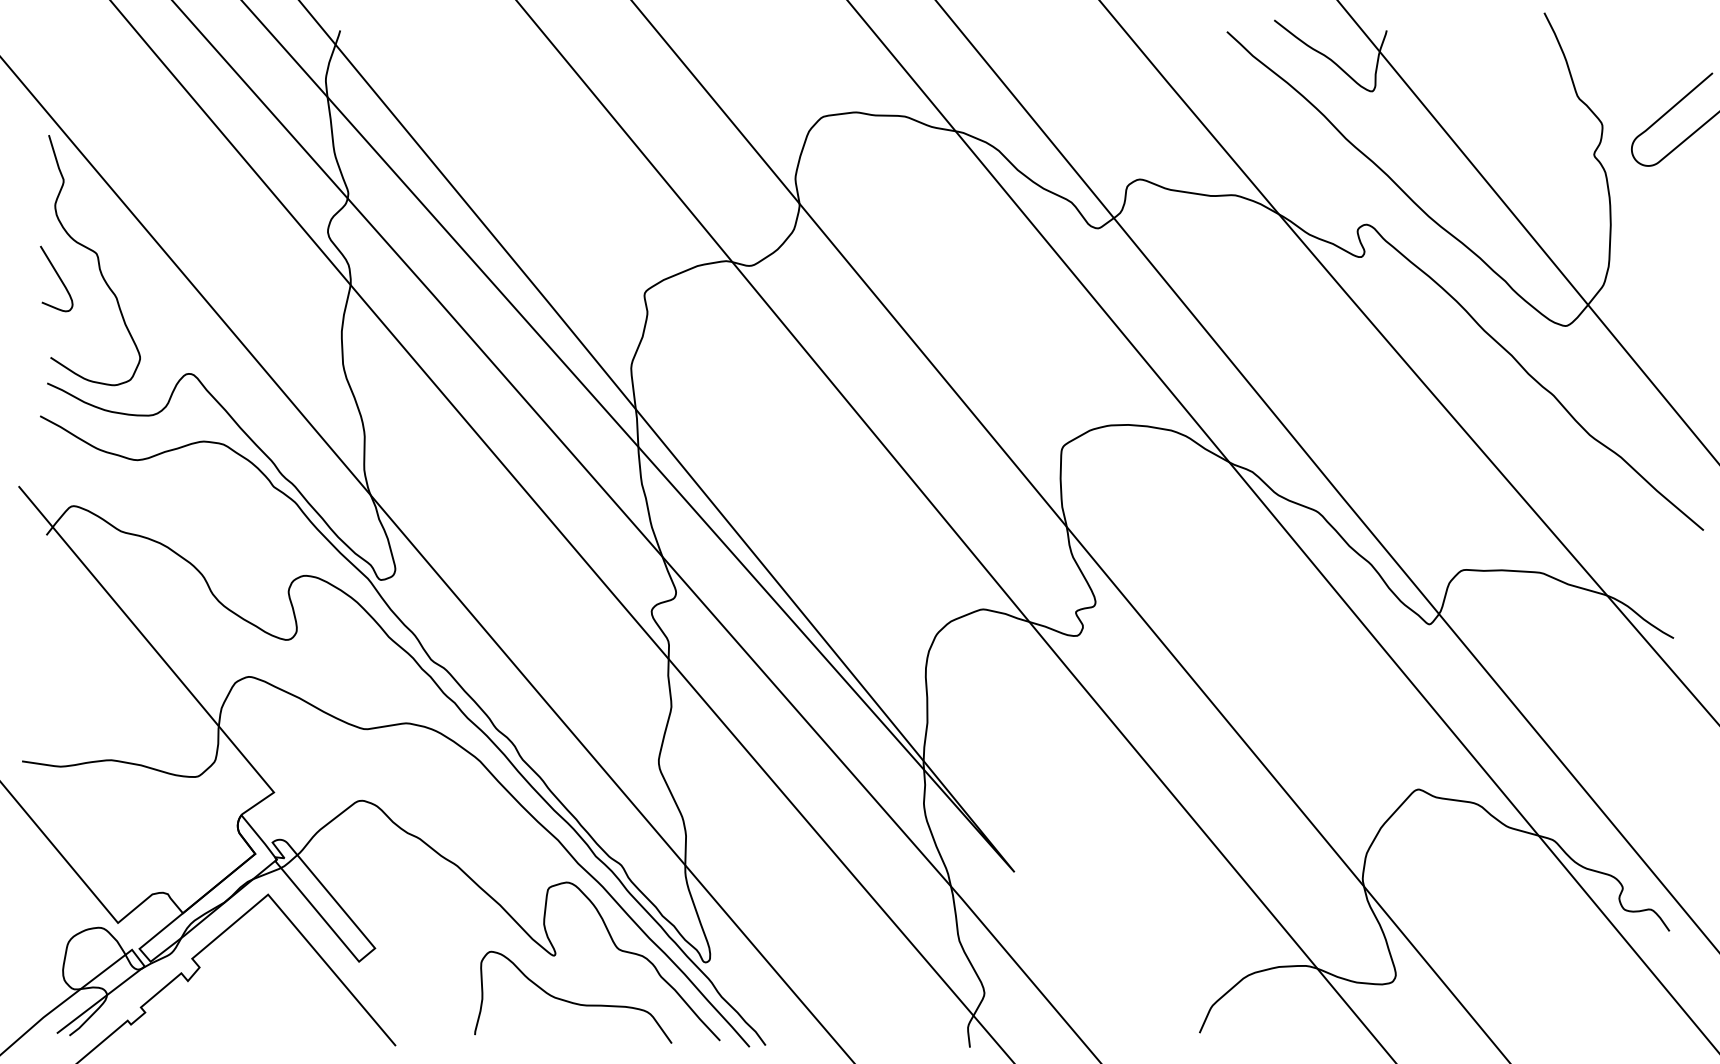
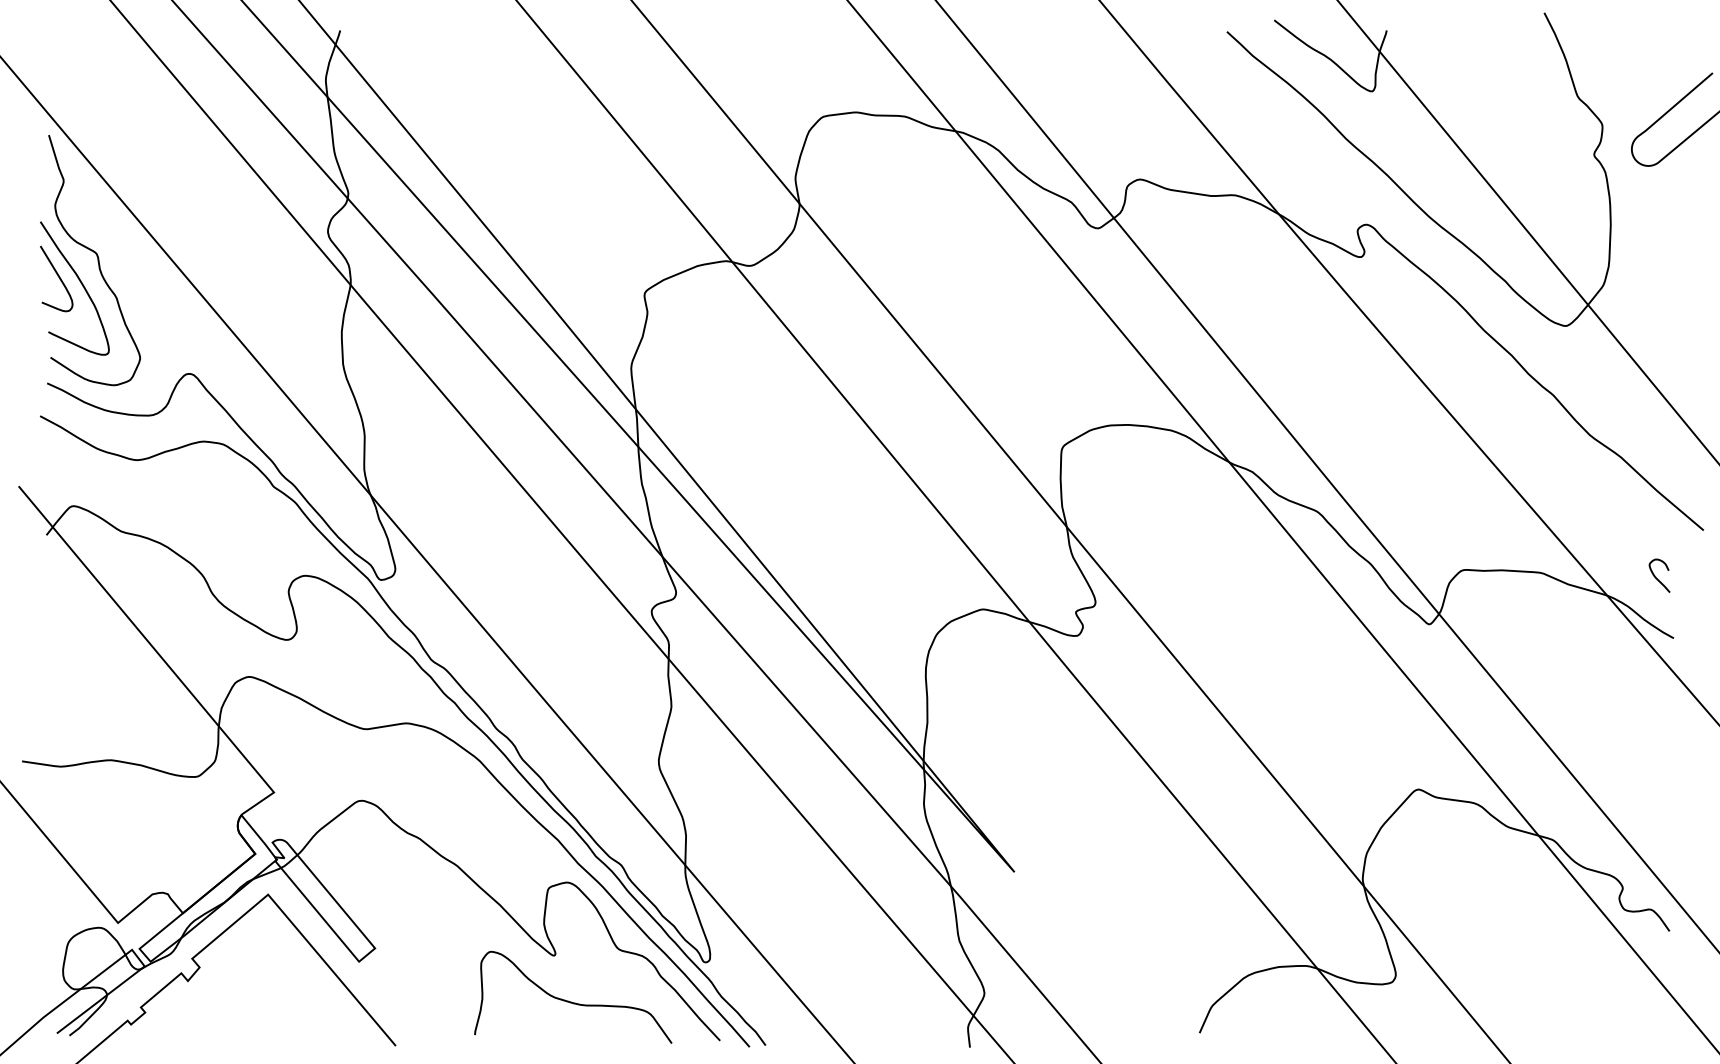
curve at (80, 283): none -> present
curve at (1656, 577): none -> present
